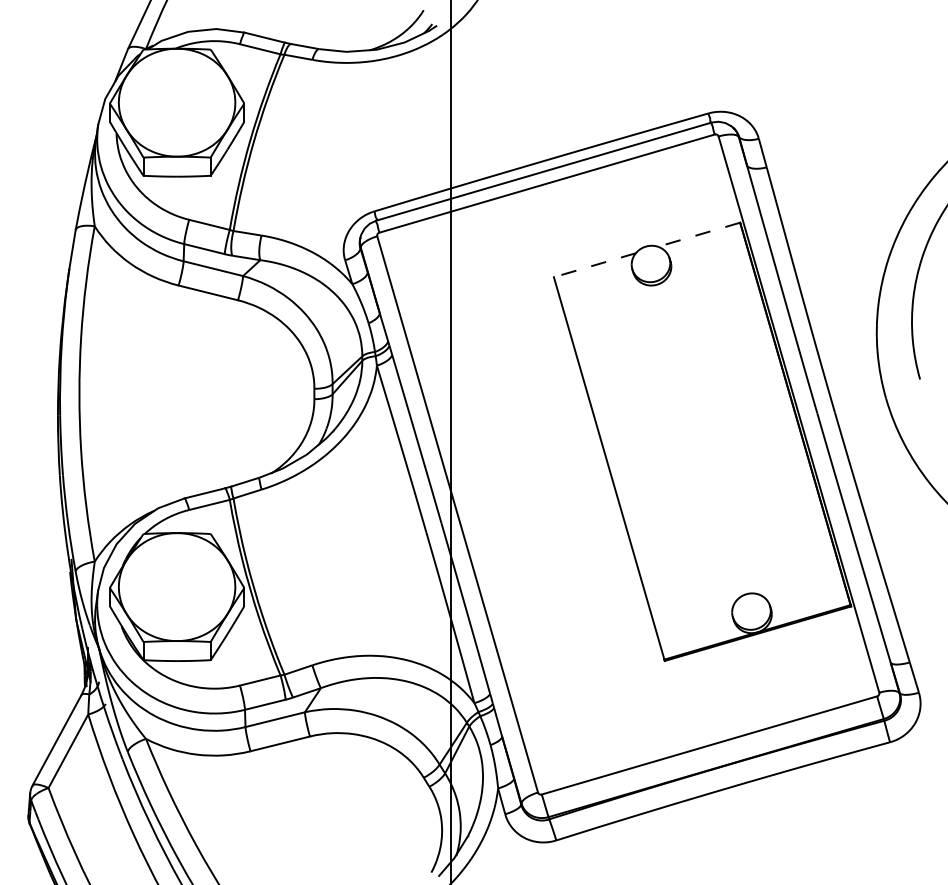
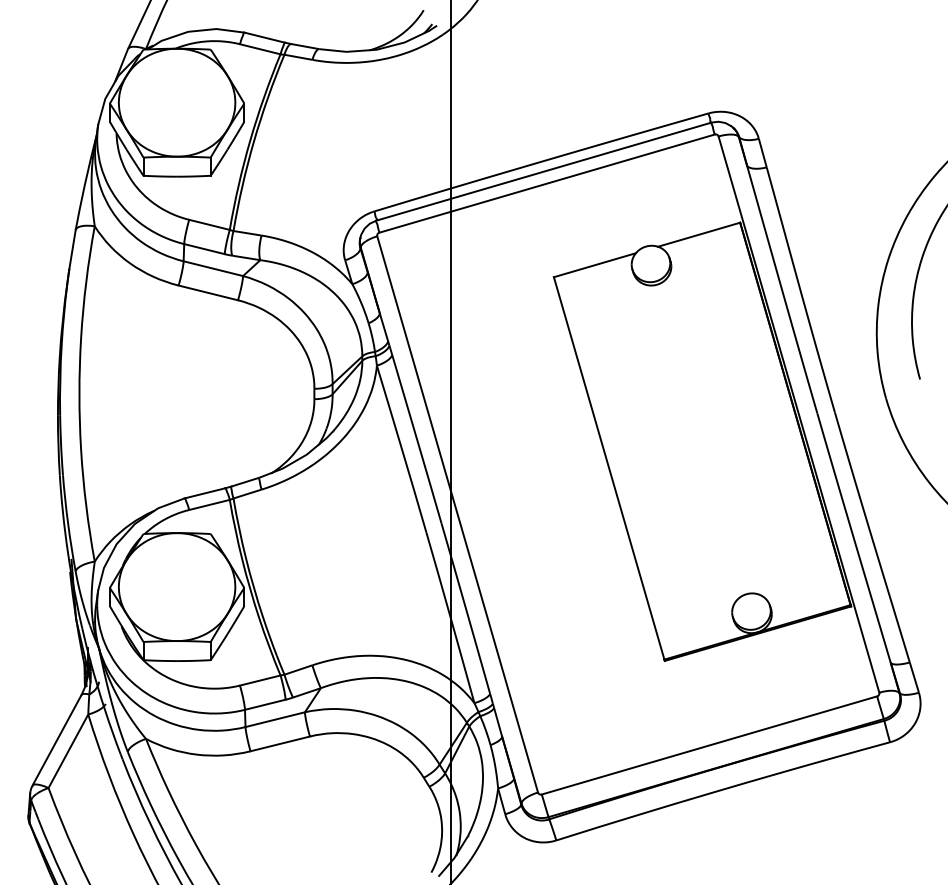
line at (699, 234): dashed -> solid
line at (594, 265): dashed -> solid
